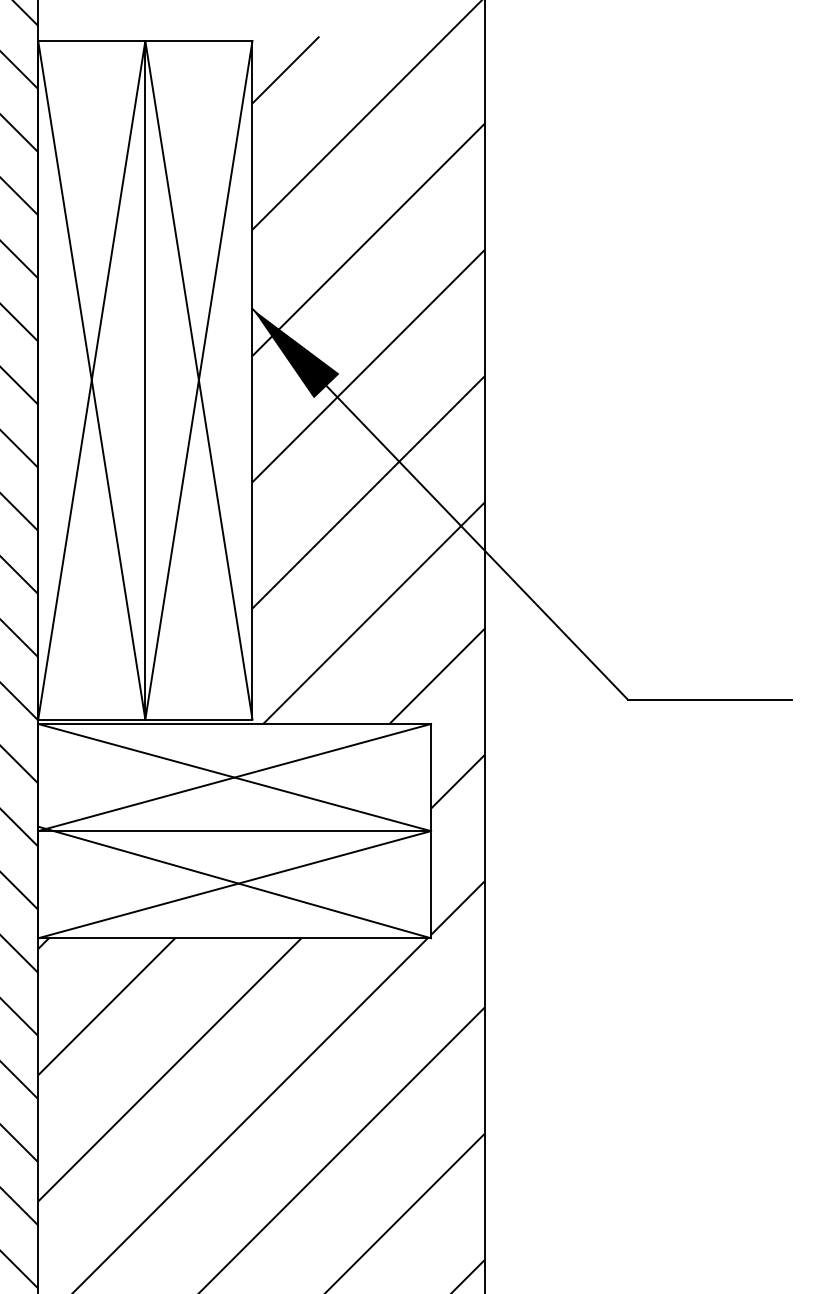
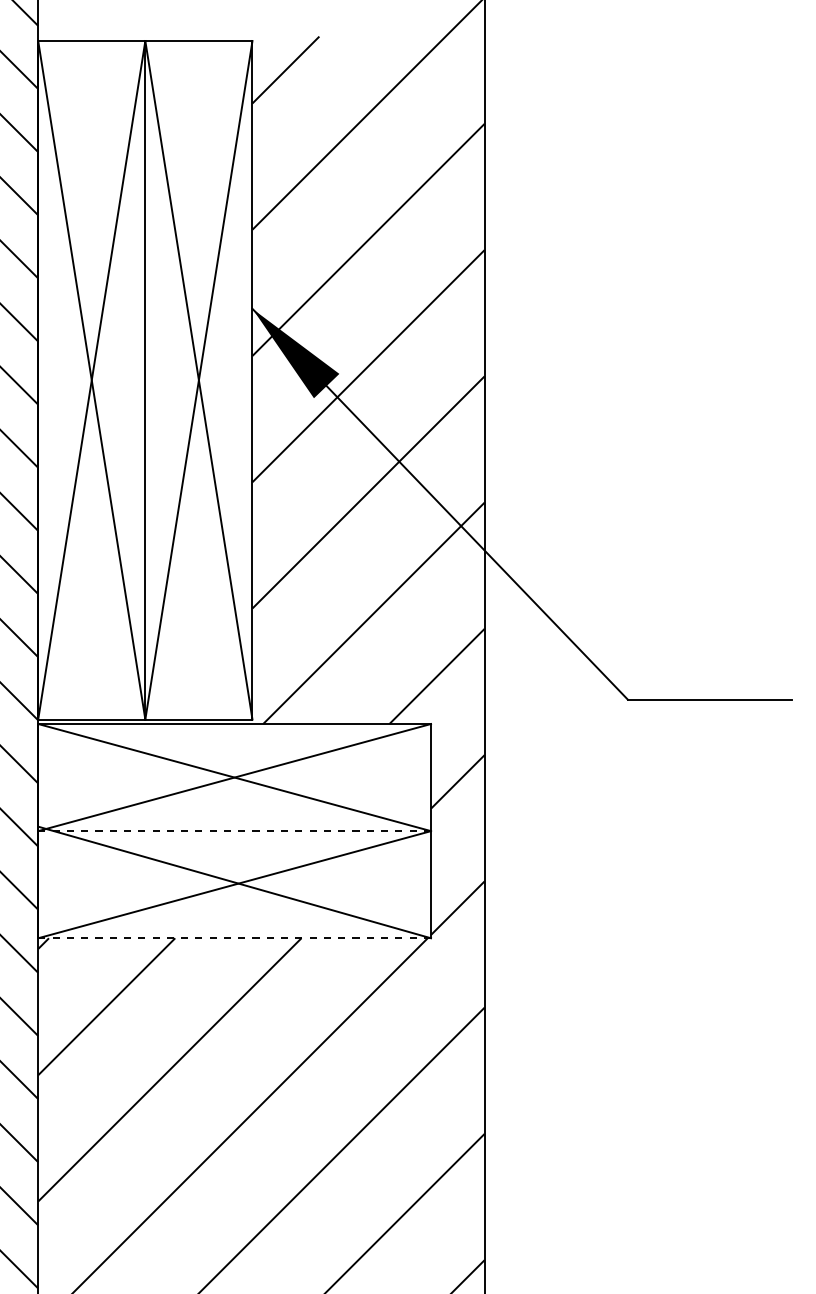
line at (235, 831): solid -> dashed
line at (235, 938): solid -> dashed
